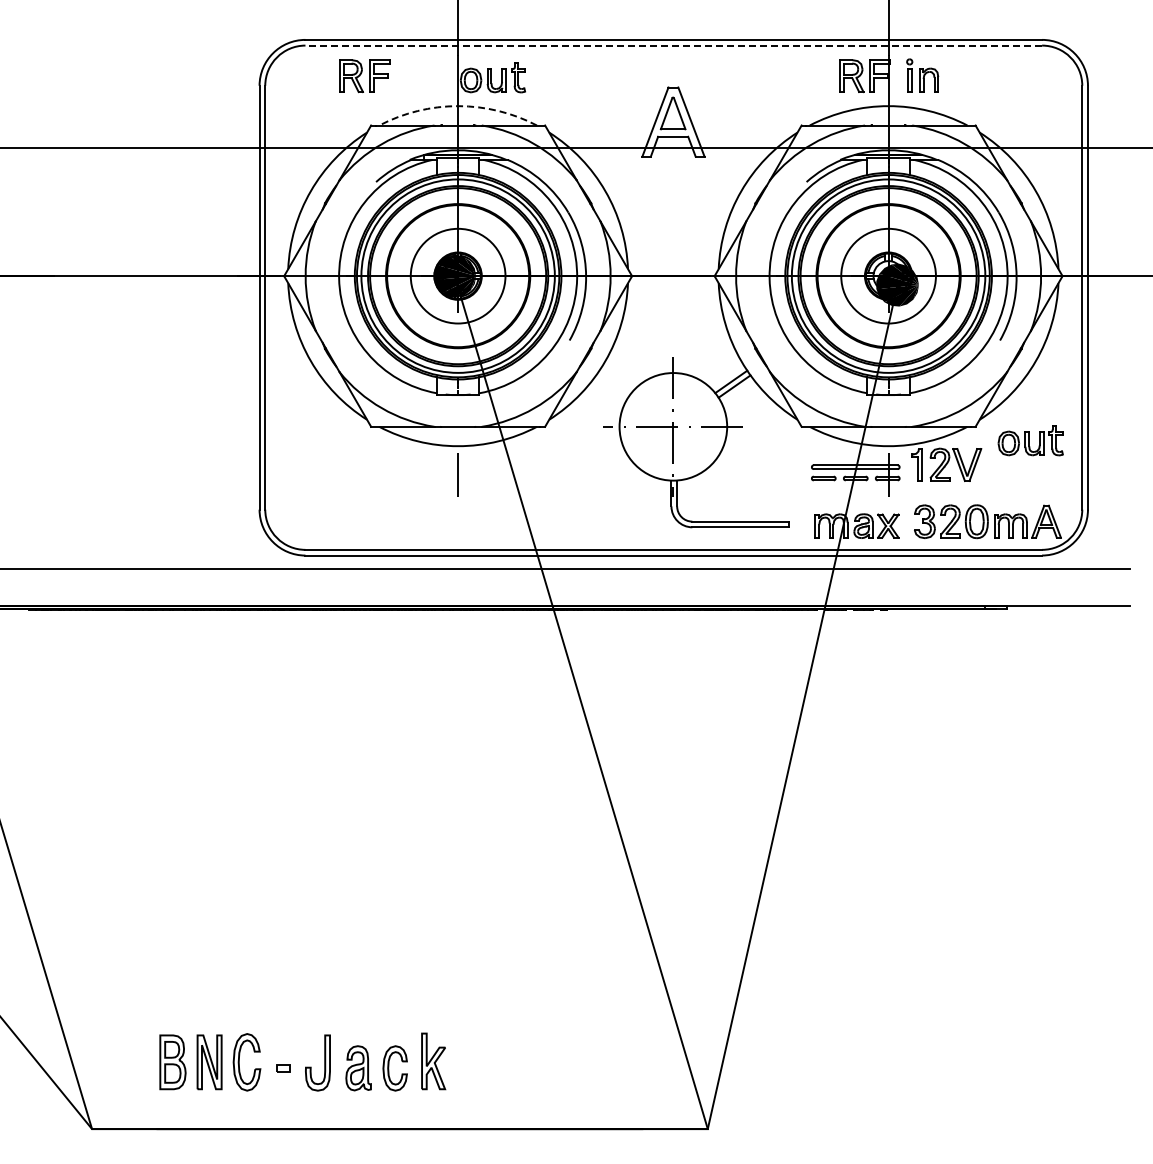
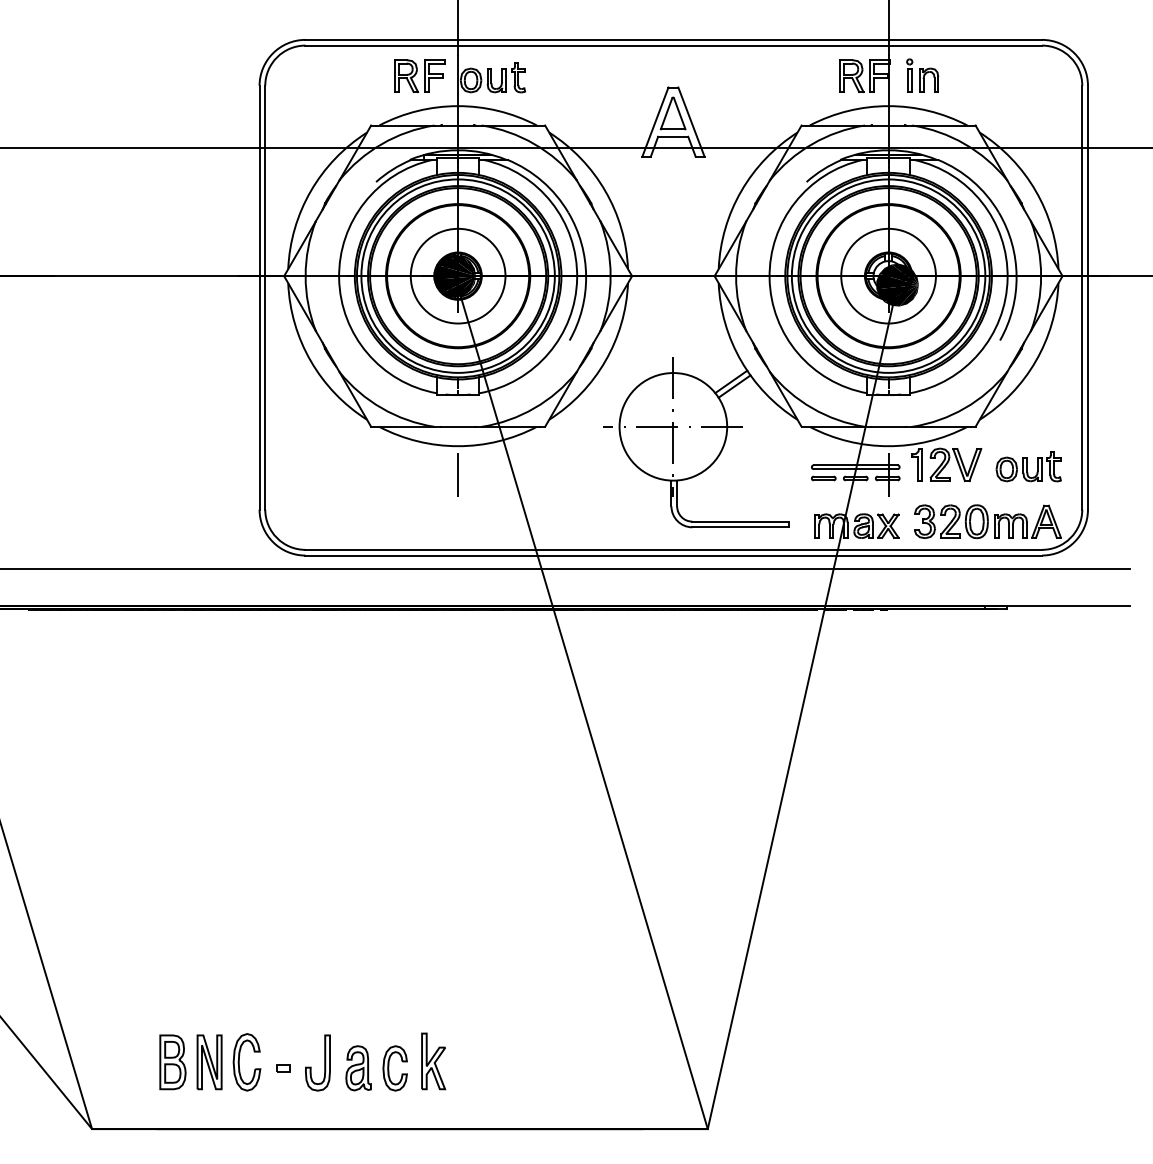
line at (673, 45): dashed -> solid
part at (364, 76) position: (364, 76) -> (419, 76)
arc at (458, 106): dashed -> solid
part at (1030, 440) position: (1030, 440) -> (1028, 466)
